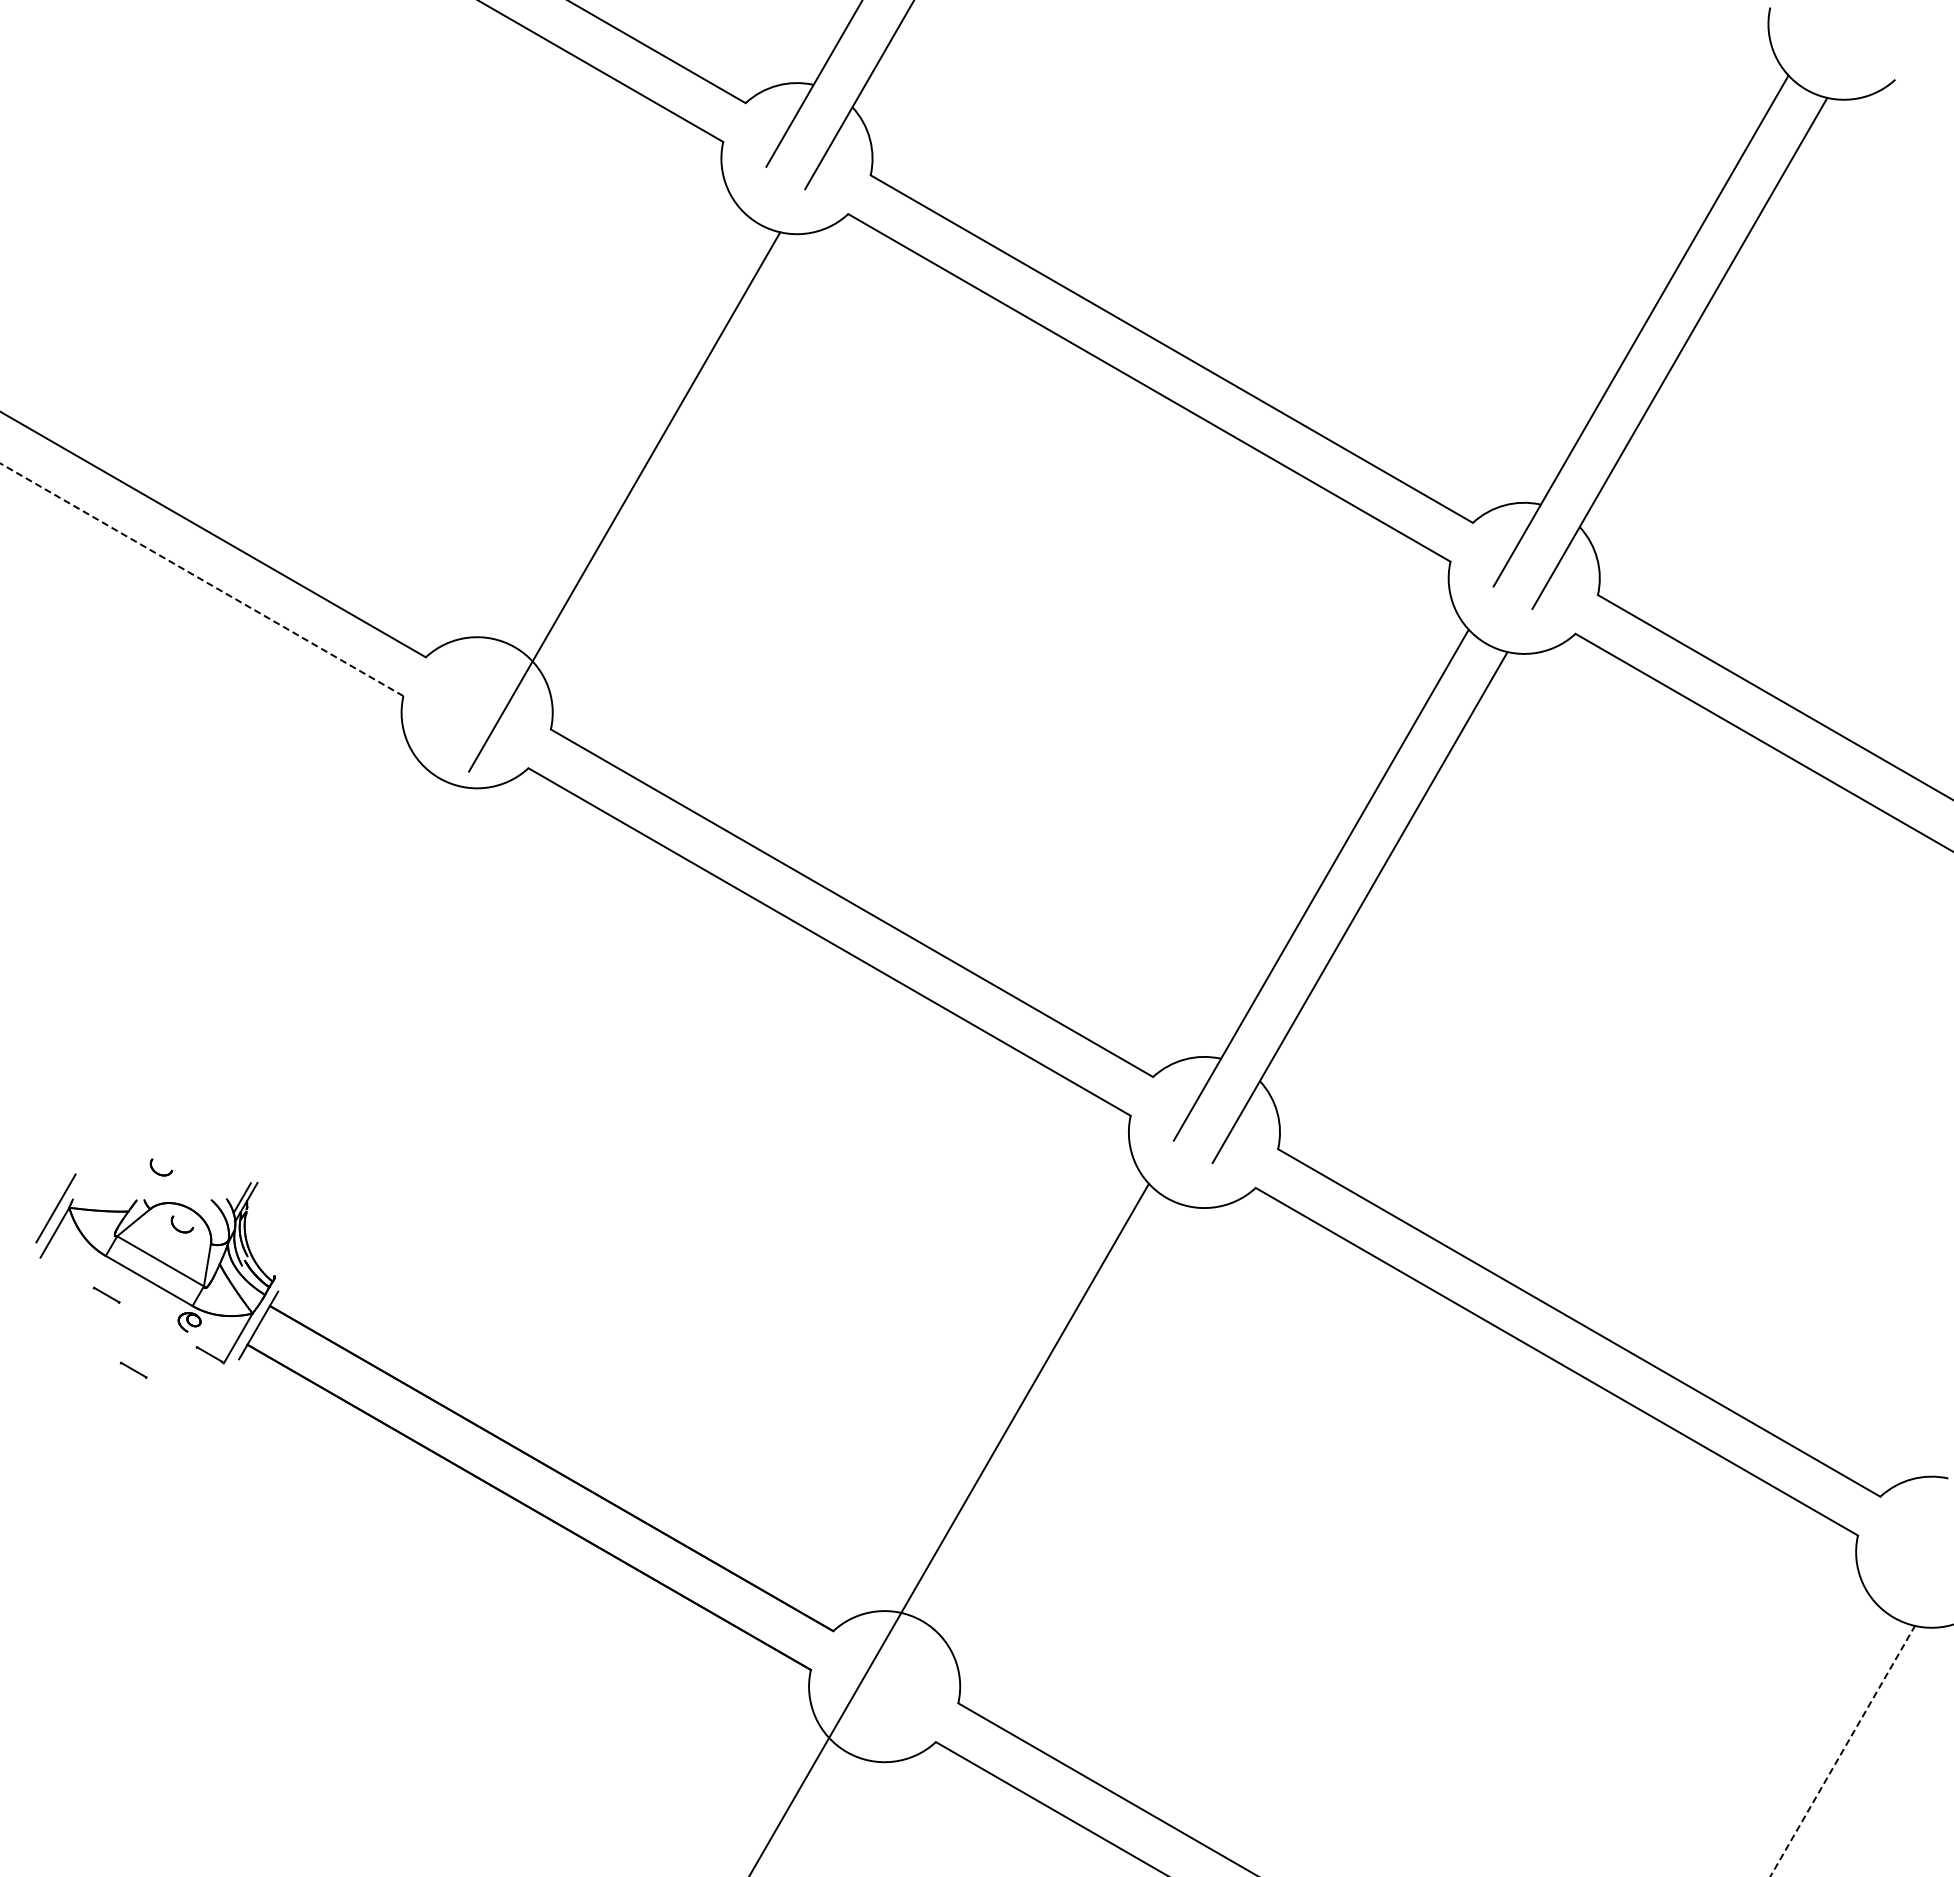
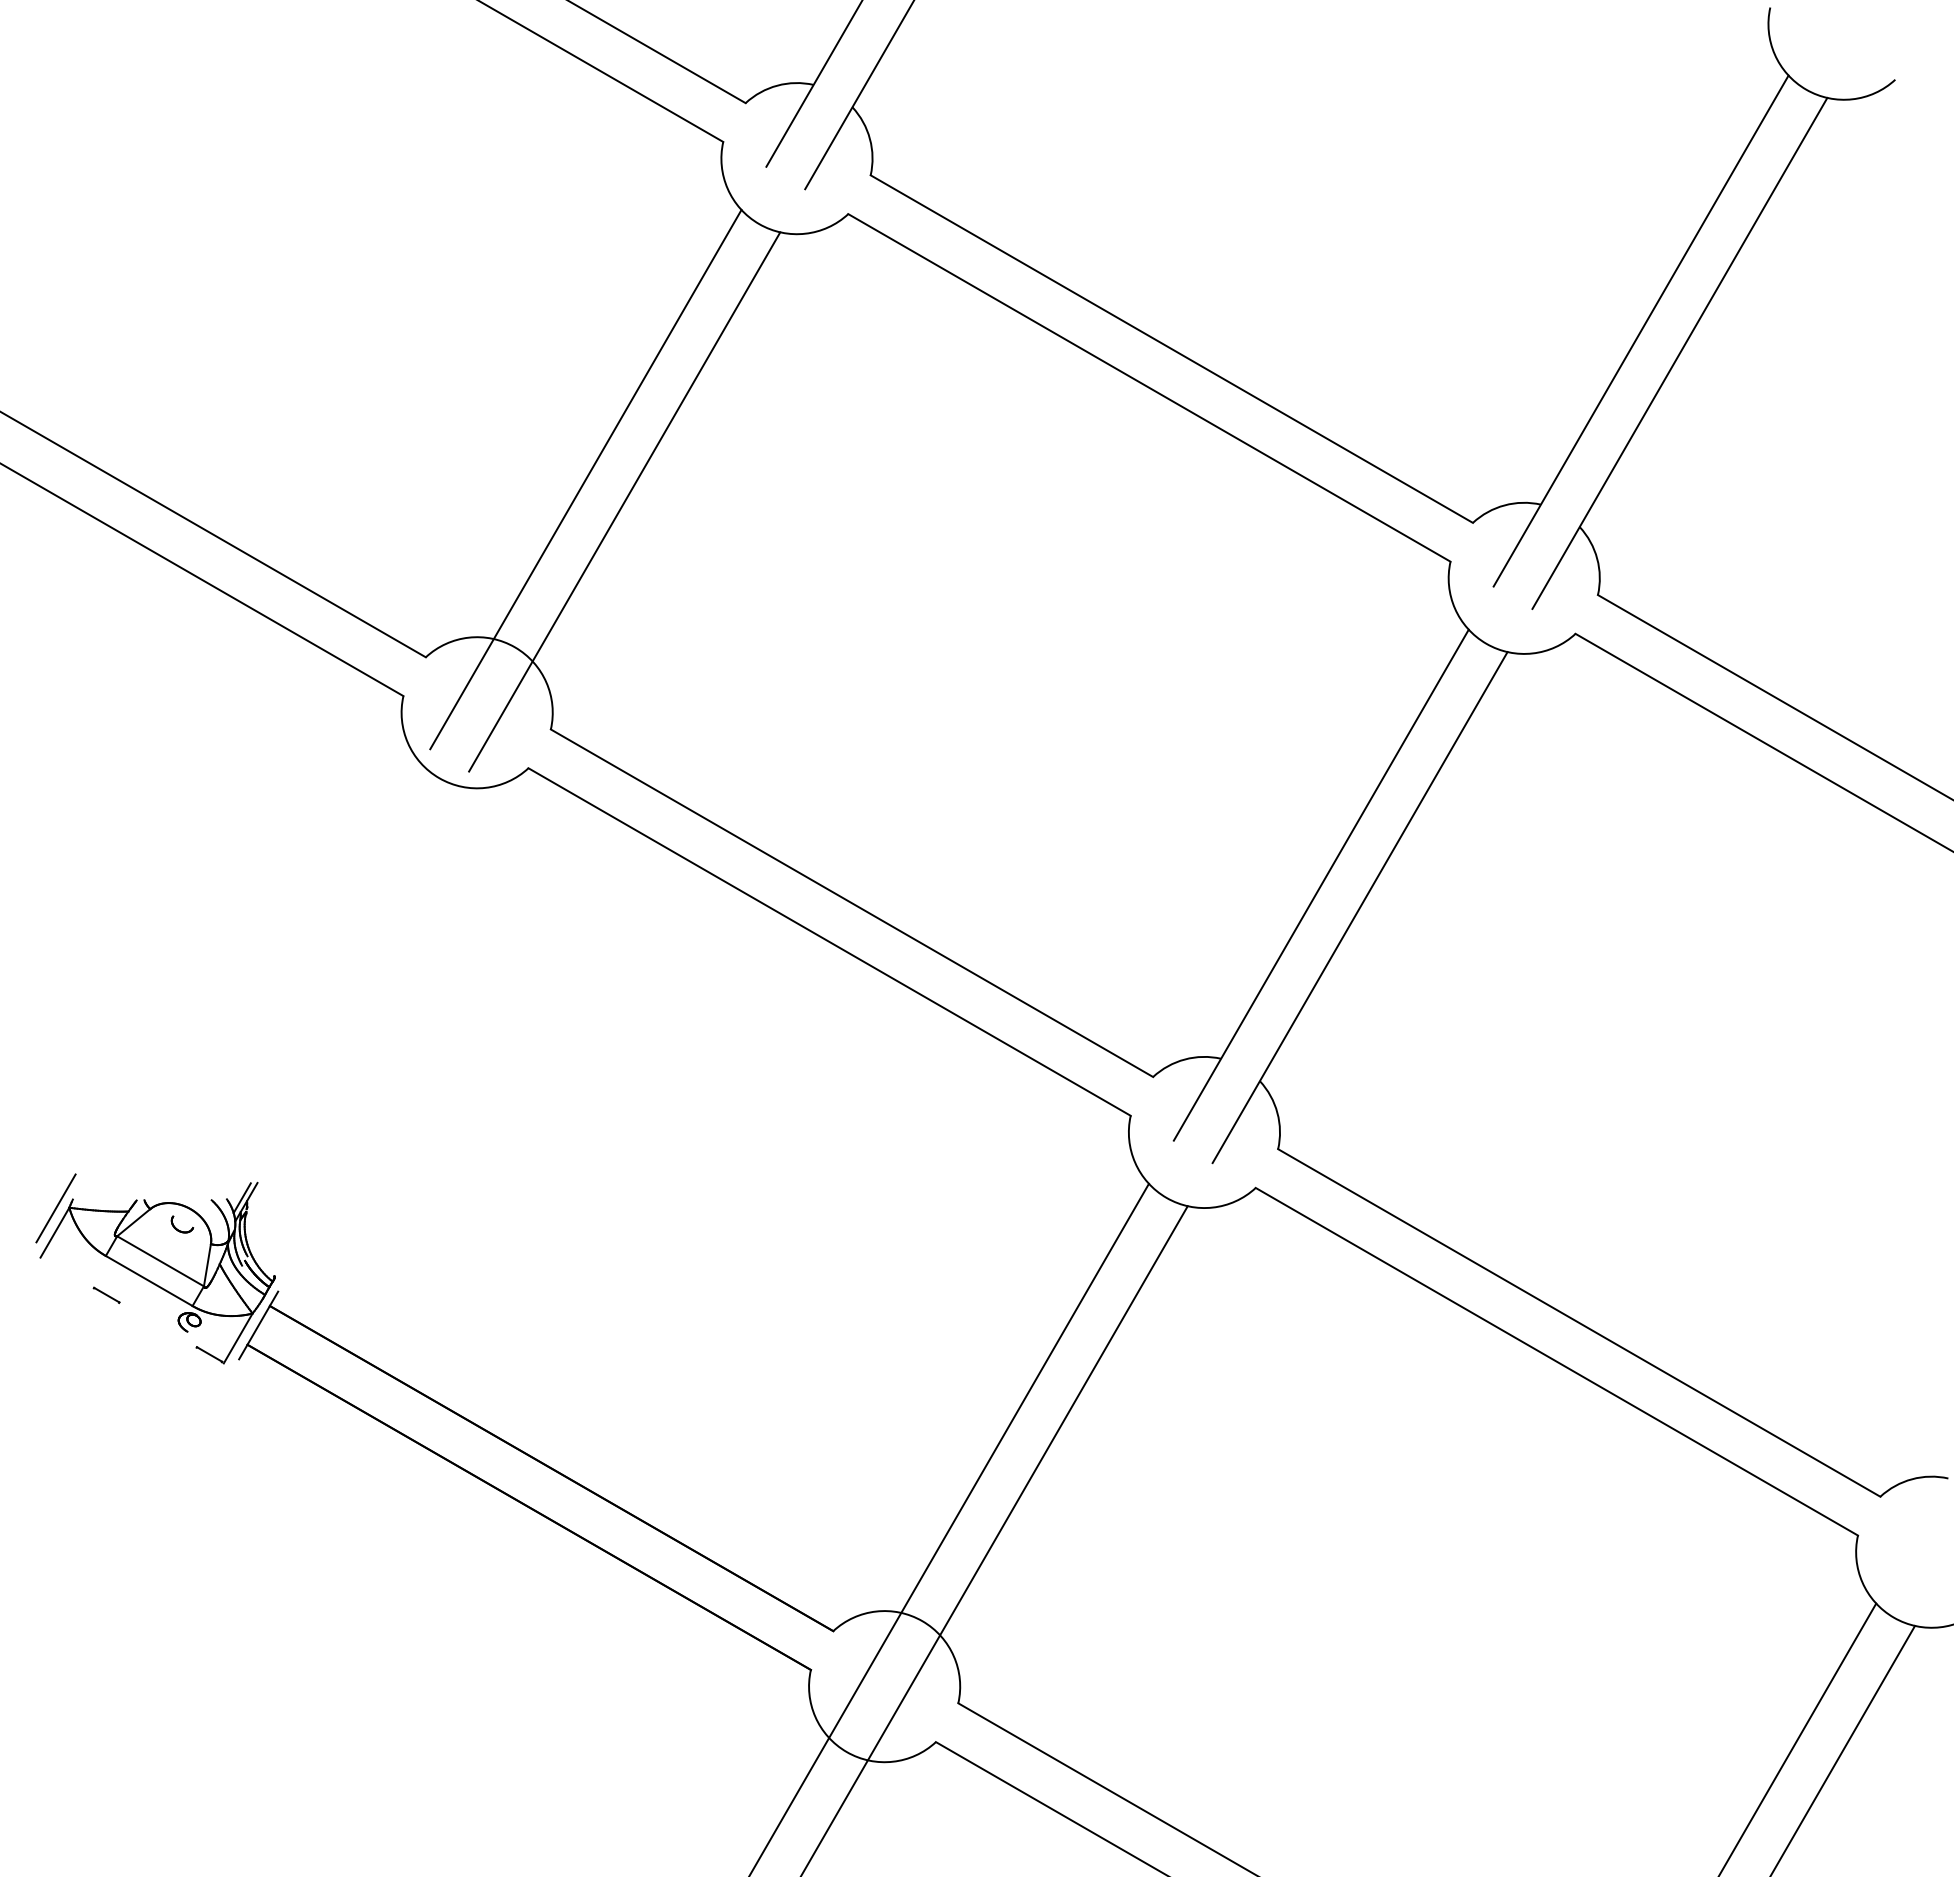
line at (585, 479): none -> present
line at (201, 579): dashed -> solid
part at (160, 1173): present -> none
line at (133, 1369): present -> none
line at (994, 1539): none -> present
line at (1798, 1738): none -> present
line at (1842, 1751): dashed -> solid
